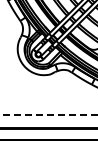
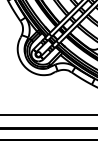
line at (49, 115): dashed -> solid
